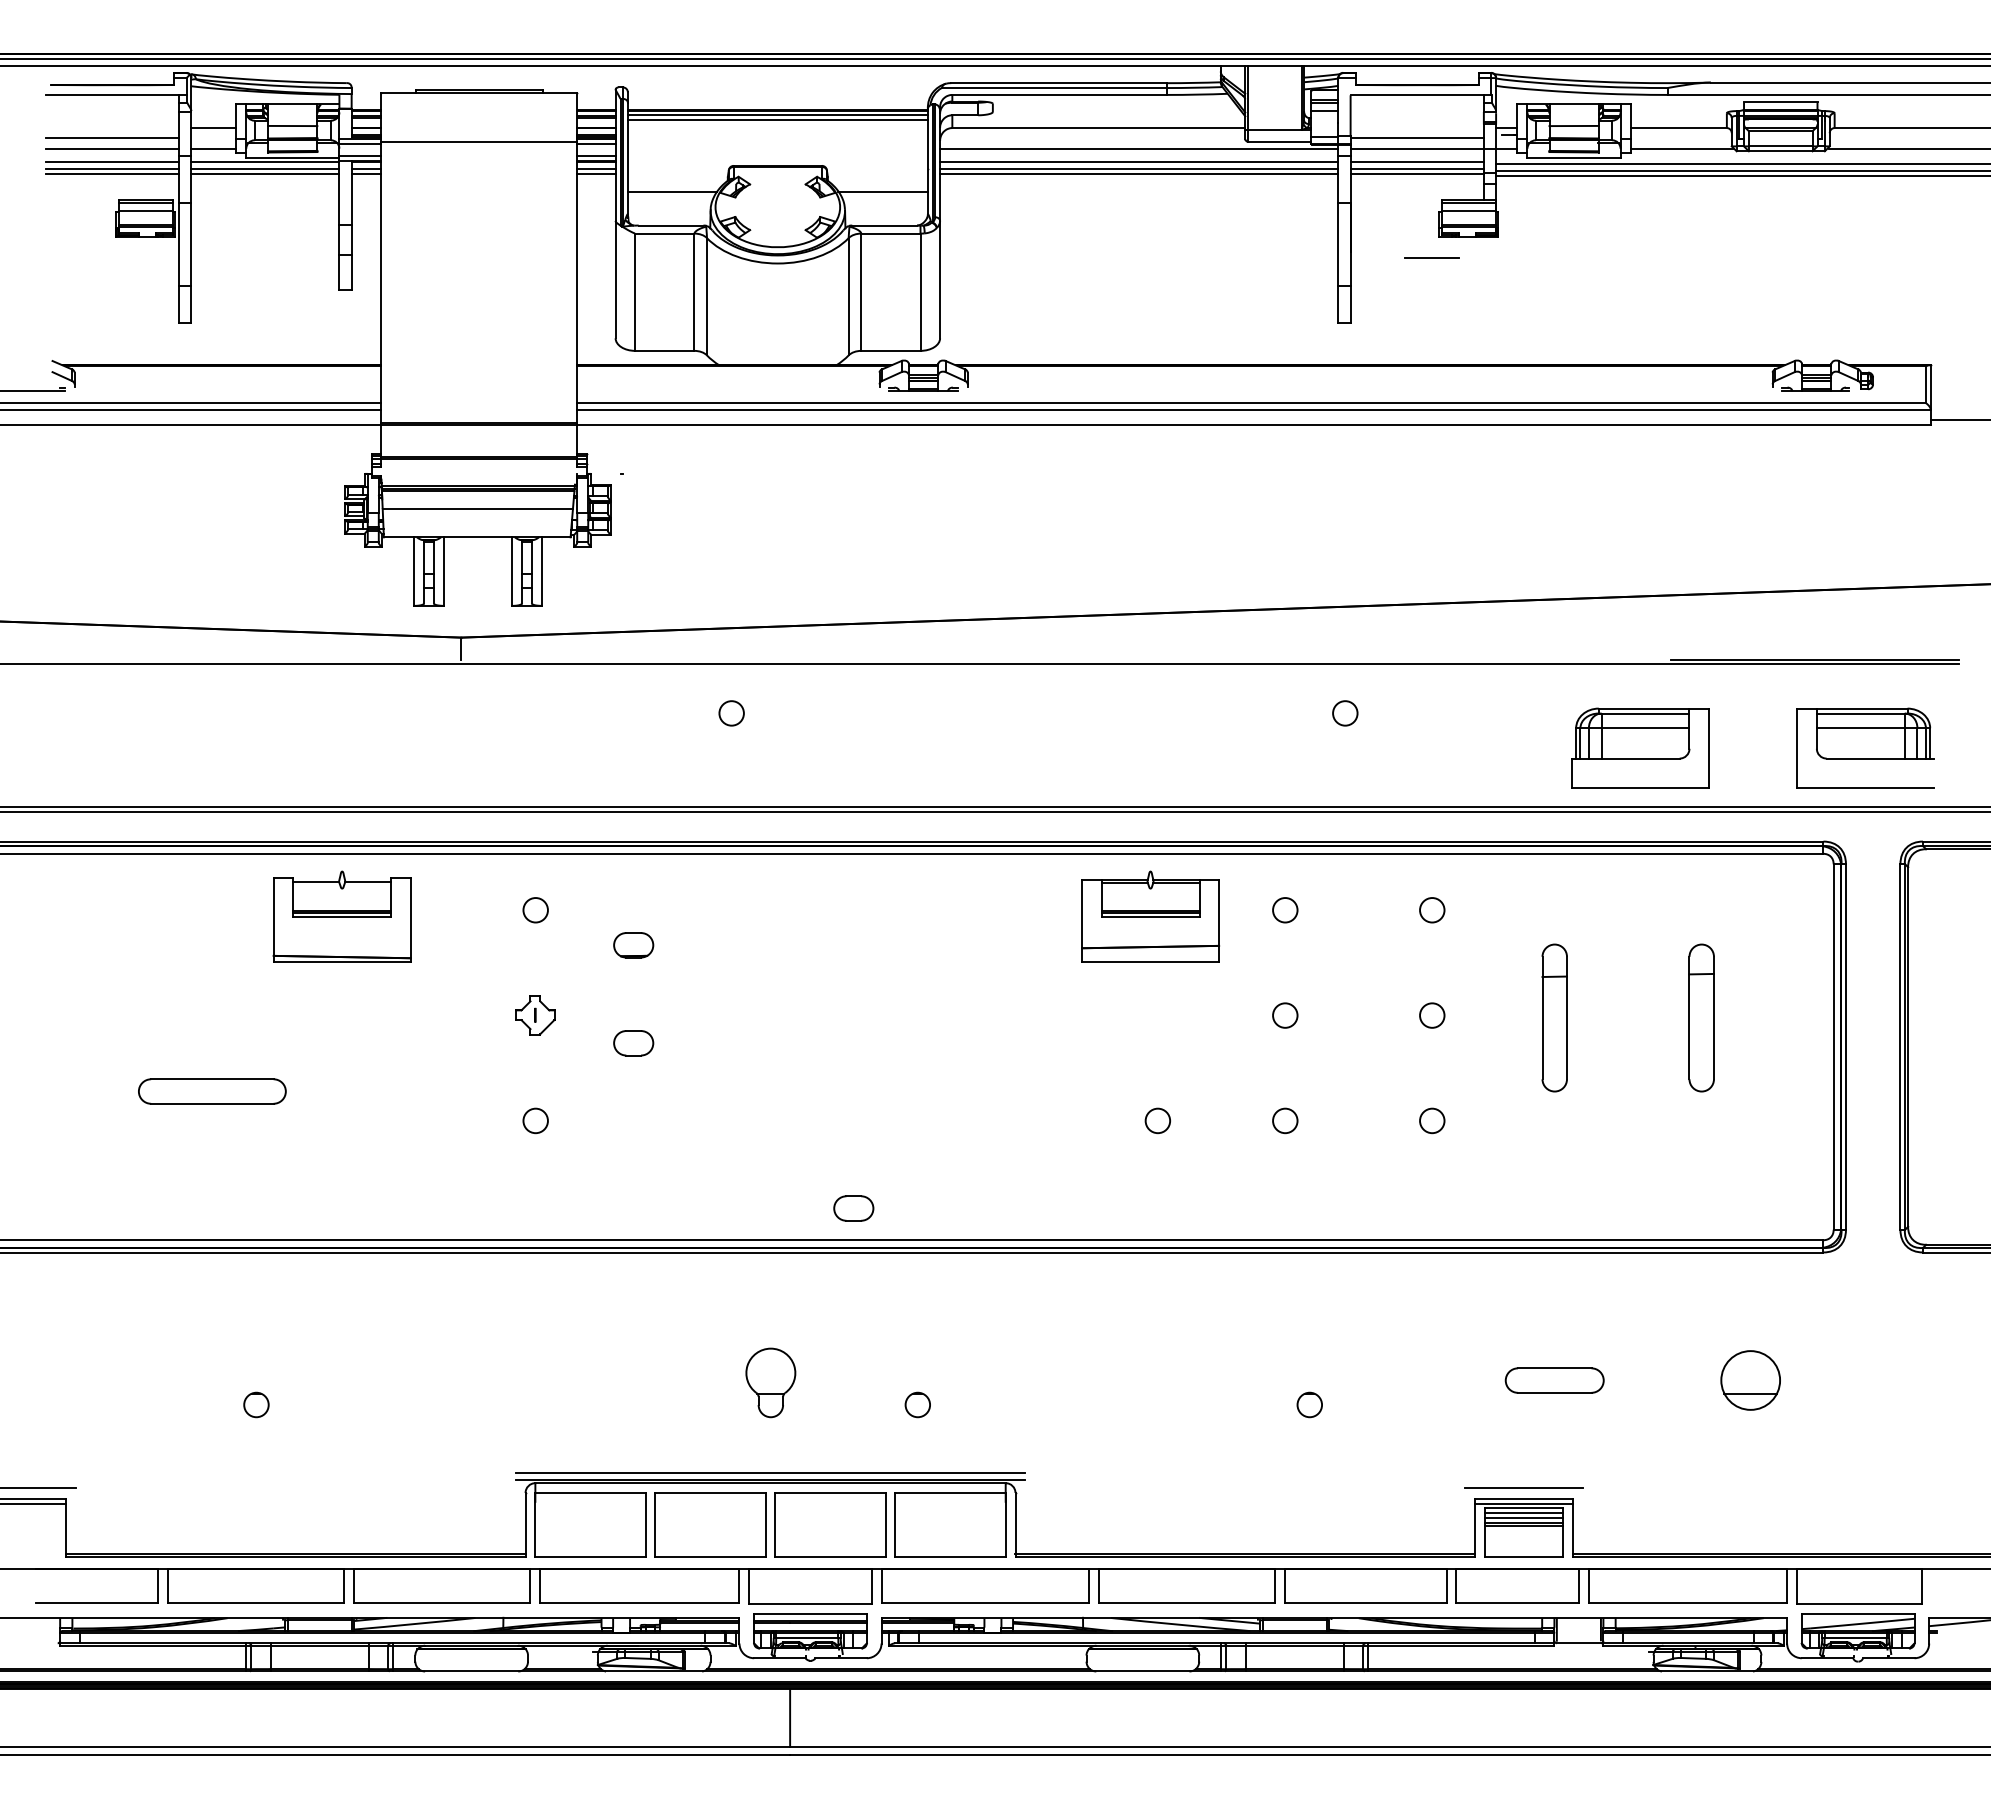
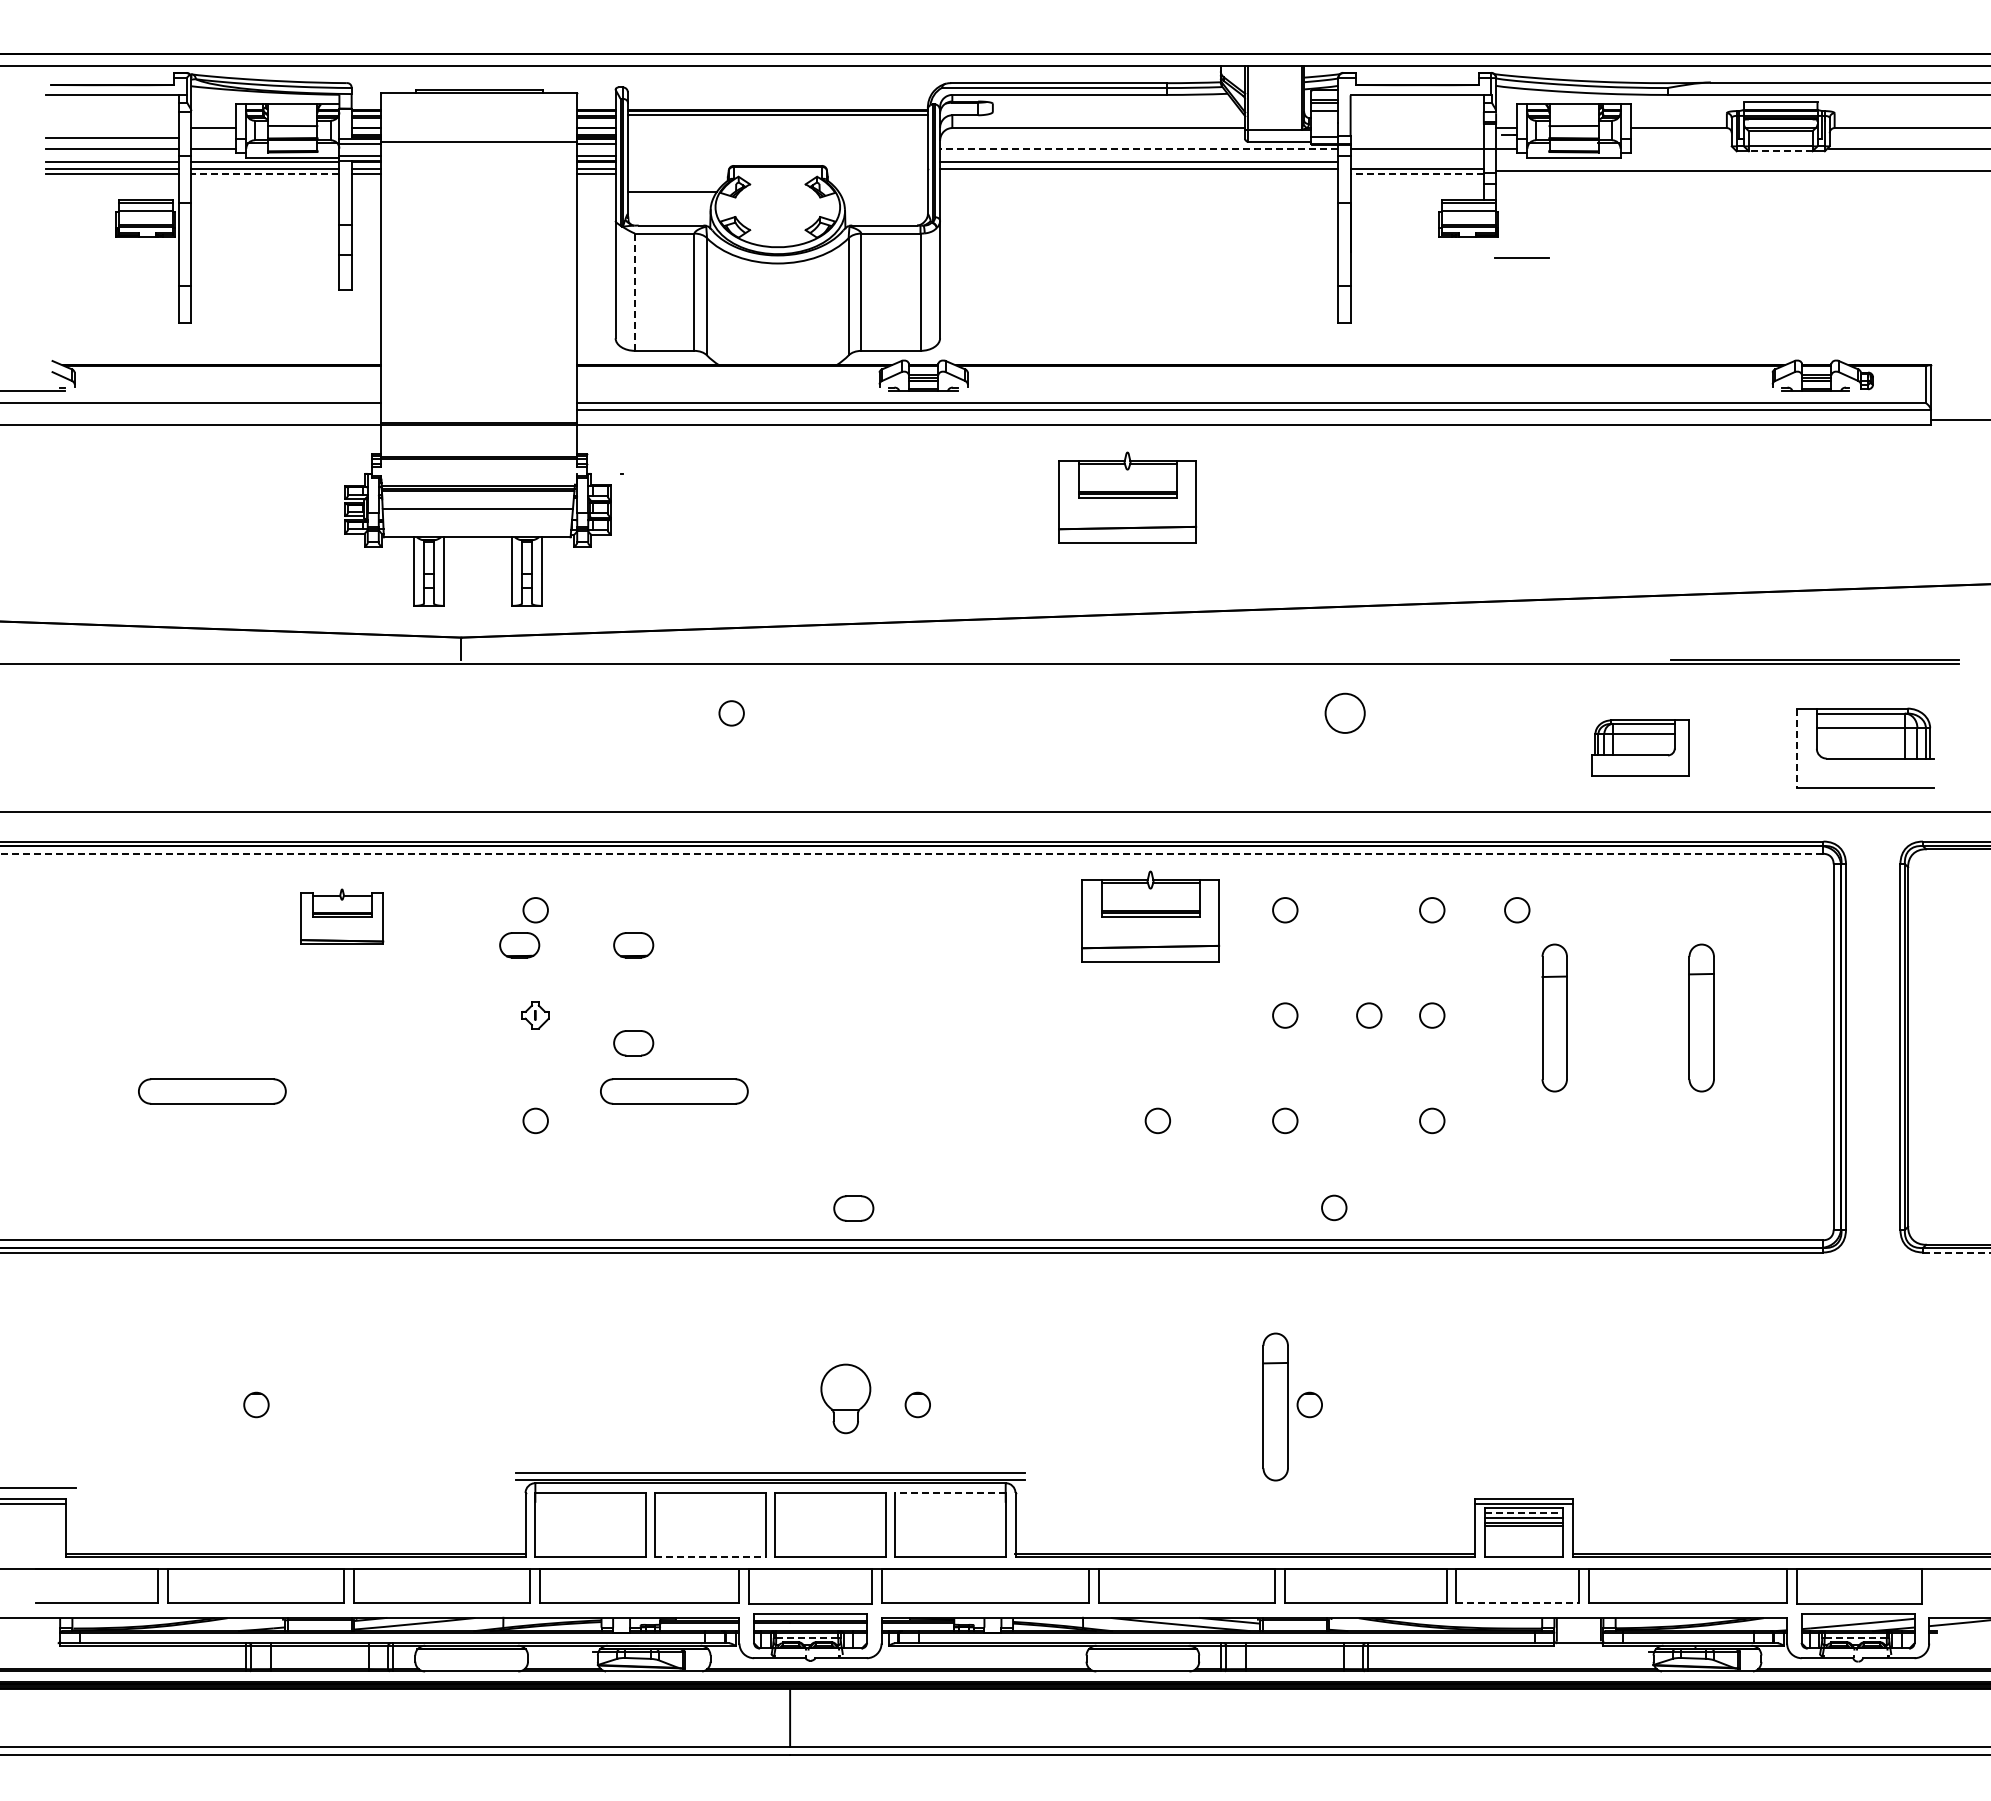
line at (994, 58): present -> none
line at (777, 119): present -> none
line at (1416, 138): present -> none
line at (1138, 149): solid -> dashed
line at (1681, 149): present -> none
line at (1780, 151): solid -> dashed
line at (1416, 161): present -> none
line at (1741, 163): present -> none
line at (265, 174): solid -> dashed
line at (1139, 174): present -> none
line at (1417, 174): solid -> dashed
line at (1741, 176): present -> none
line at (882, 191): present -> none
line at (1431, 257) position: (1431, 257) -> (1521, 257)
line at (635, 292): solid -> dashed
line at (191, 410): present -> none
part at (1127, 497): none -> present
circle at (1345, 713) size: 27x27 px -> 42x42 px
part at (1640, 747) size: 139x82 px -> 99x58 px
line at (1797, 748): solid -> dashed
line at (994, 807): present -> none
line at (911, 853): solid -> dashed
circle at (1517, 910): none -> present
part at (341, 916) size: 140x93 px -> 85x57 px
part at (519, 945): none -> present
part at (535, 1015) size: 41x41 px -> 29x29 px
circle at (1369, 1015): none -> present
part at (674, 1091): none -> present
circle at (1334, 1207): none -> present
line at (1956, 1252): solid -> dashed
part at (1554, 1380): present -> none
part at (1750, 1380): present -> none
part at (770, 1382) position: (770, 1382) -> (845, 1398)
part at (1275, 1406): none -> present
line at (1523, 1488): present -> none
line at (950, 1492): solid -> dashed
line at (1524, 1513): solid -> dashed
line at (711, 1556): solid -> dashed
line at (1518, 1603): solid -> dashed
line at (807, 1637): solid -> dashed
line at (1856, 1637): solid -> dashed
